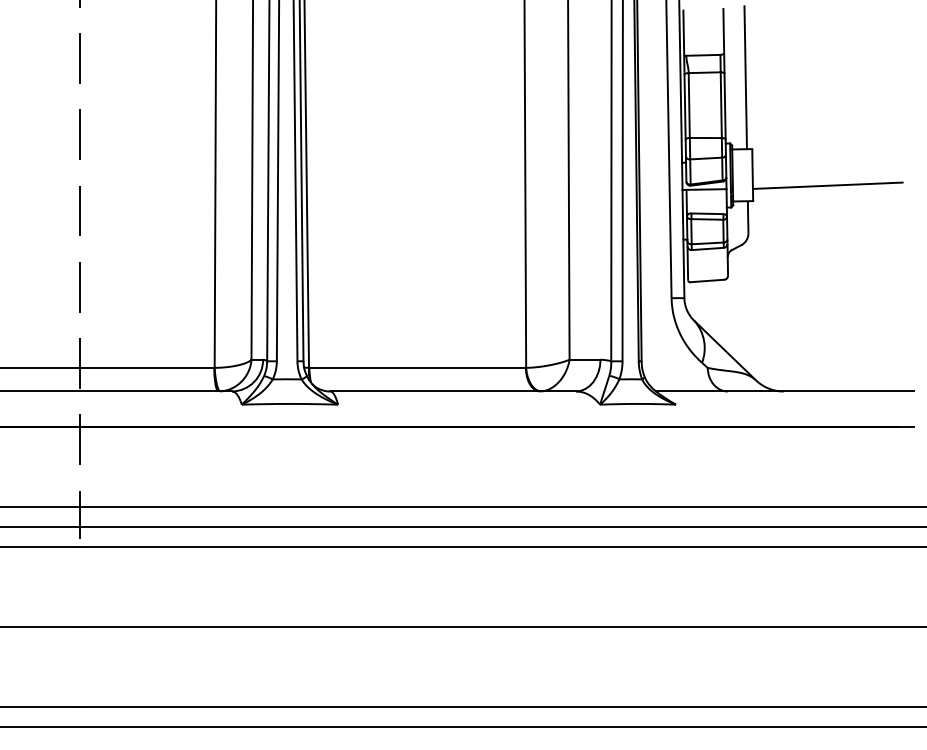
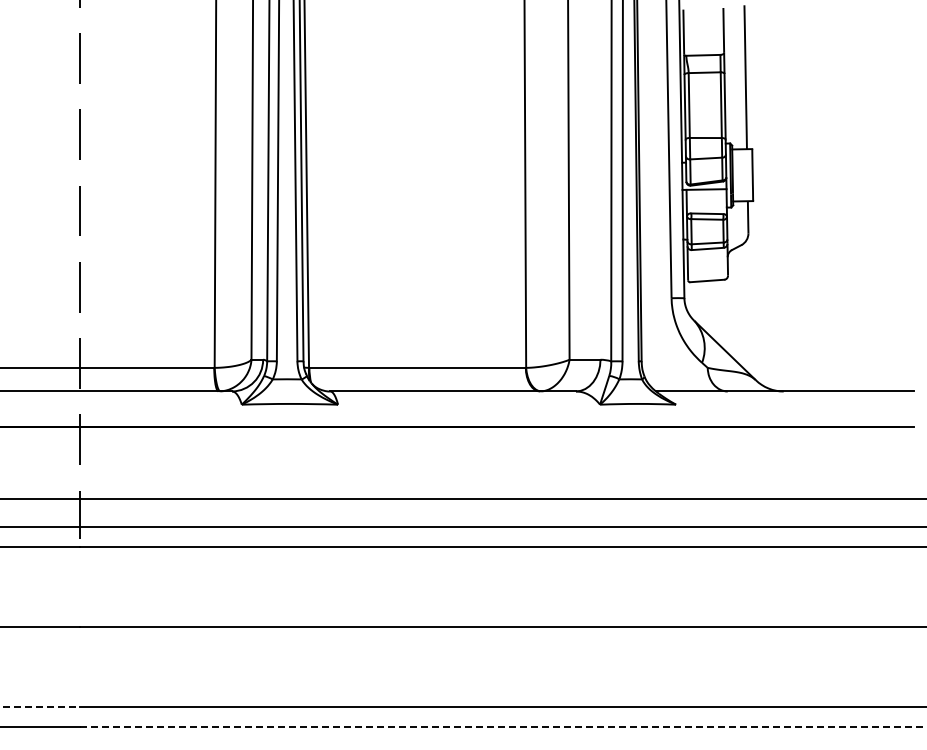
line at (827, 185): present -> none
line at (462, 506) position: (462, 506) -> (462, 498)
line at (40, 707): solid -> dashed
line at (503, 727): solid -> dashed
